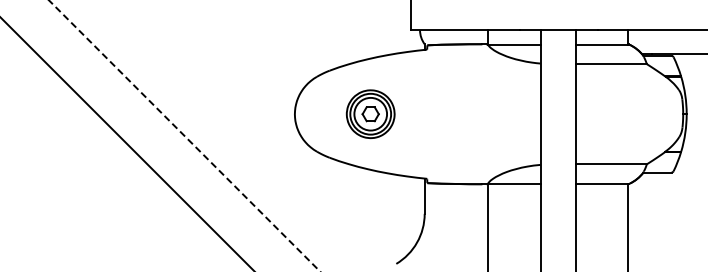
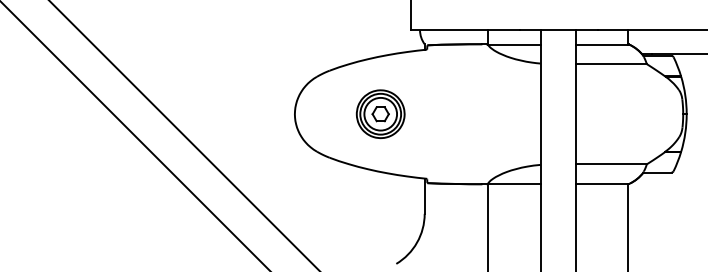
part at (370, 114) position: (370, 114) -> (380, 114)
line at (184, 135): dashed -> solid
line at (126, 143) position: (126, 143) -> (134, 135)
